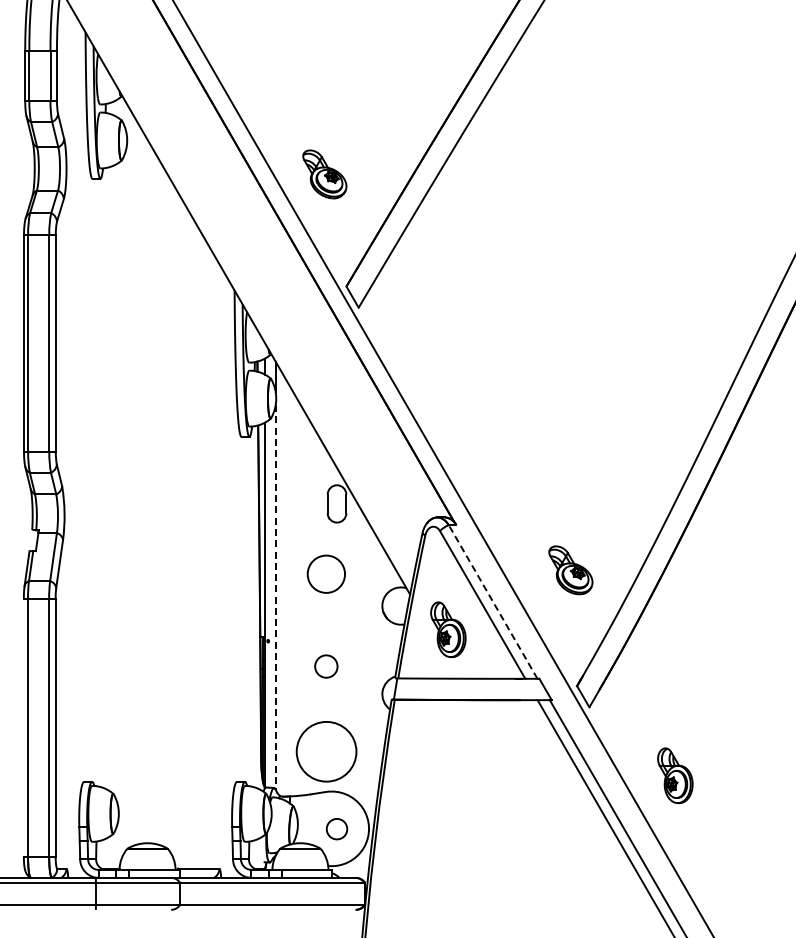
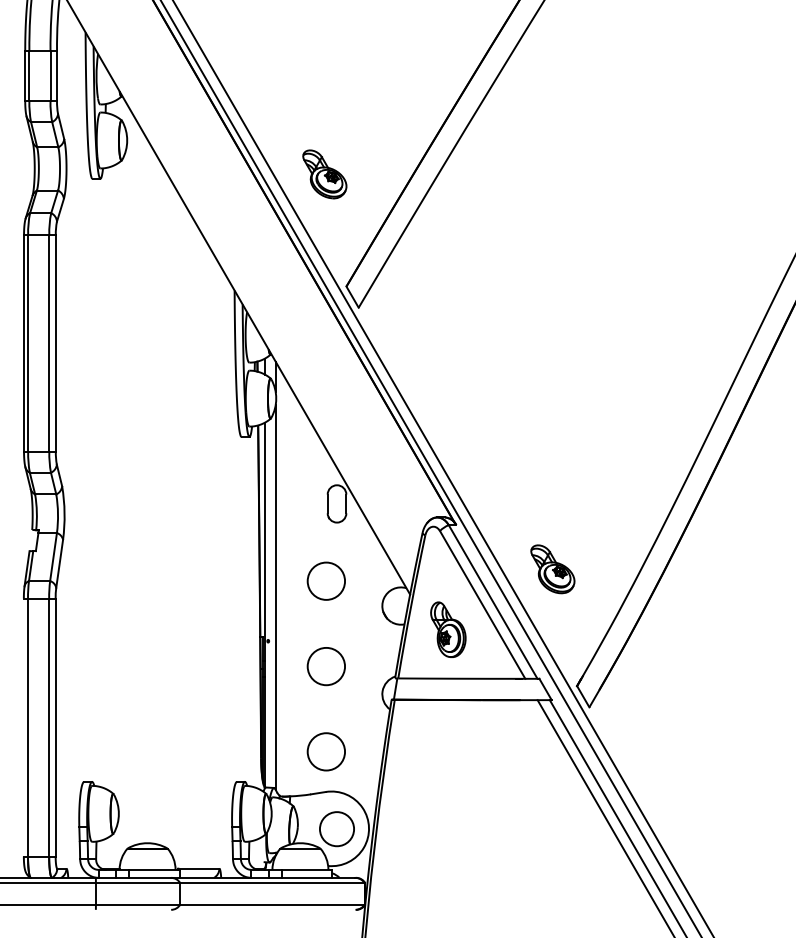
line at (430, 468): none -> present
part at (570, 570) position: (570, 570) -> (552, 569)
circle at (325, 573) position: (325, 573) -> (325, 580)
line at (275, 598): dashed -> solid
line at (493, 602): dashed -> solid
circle at (326, 666) diameter: 22 px -> 37 px
circle at (326, 751) size: 63x62 px -> 40x40 px
part at (675, 775): present -> none
circle at (336, 828) diameter: 20 px -> 34 px
